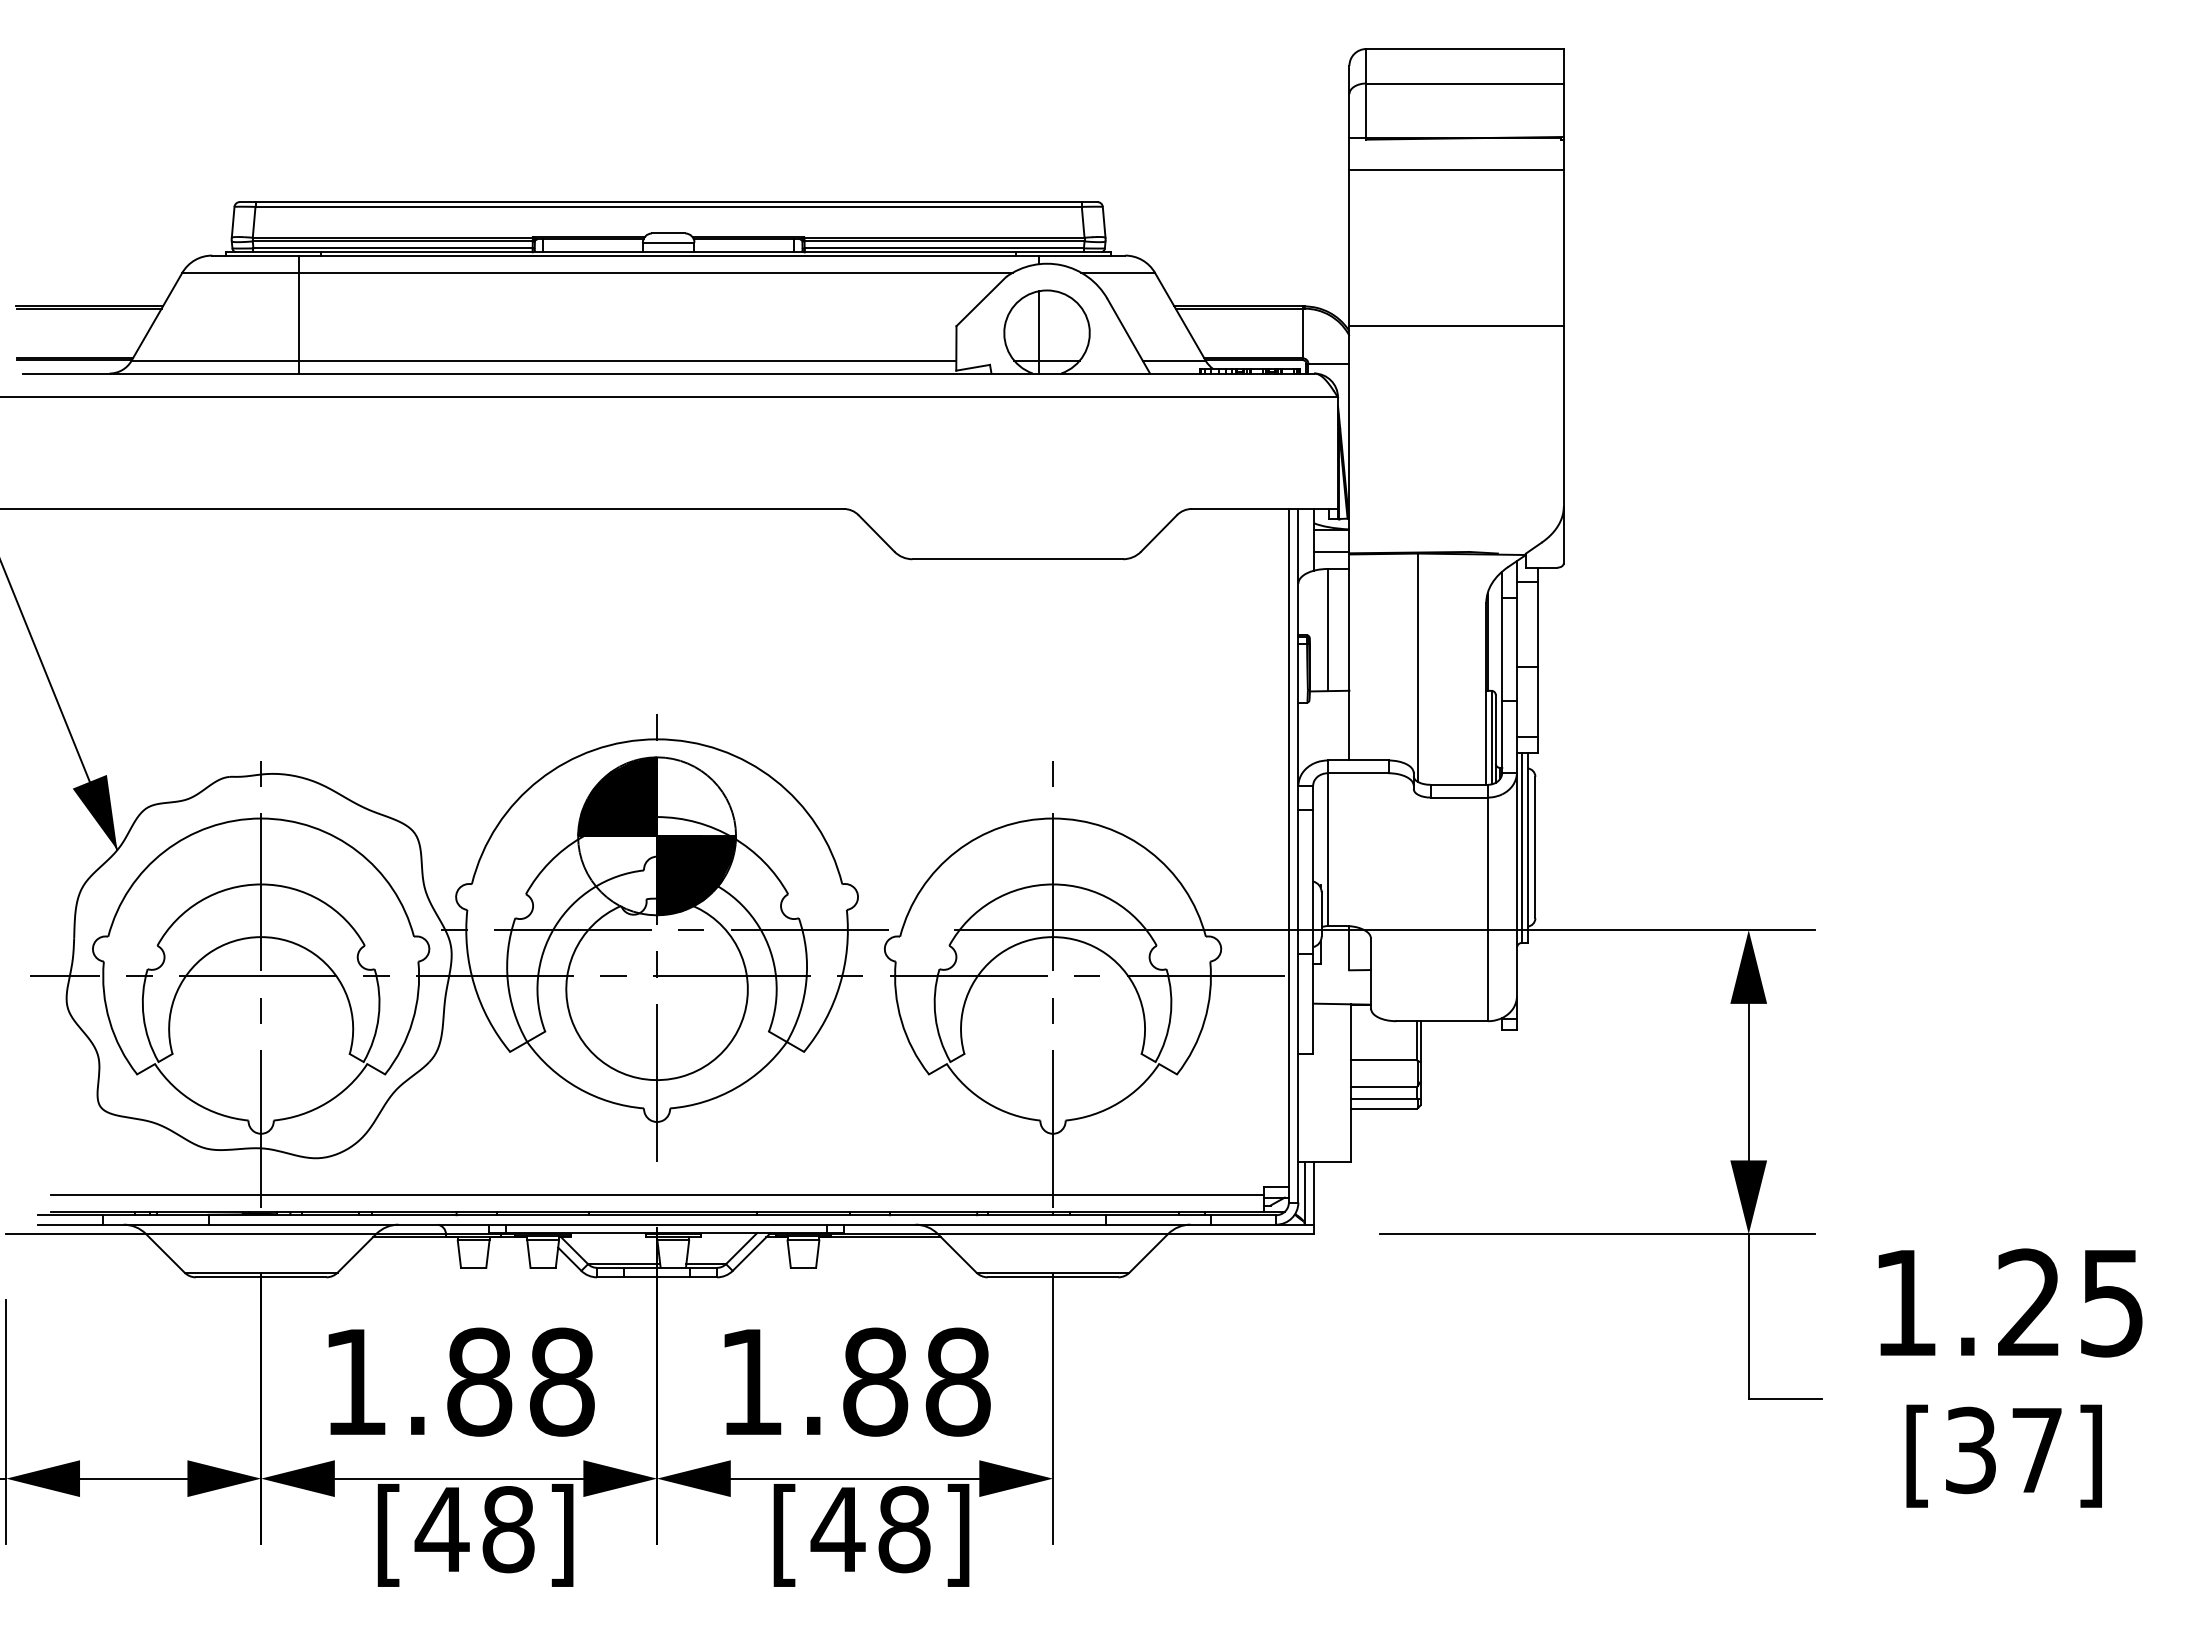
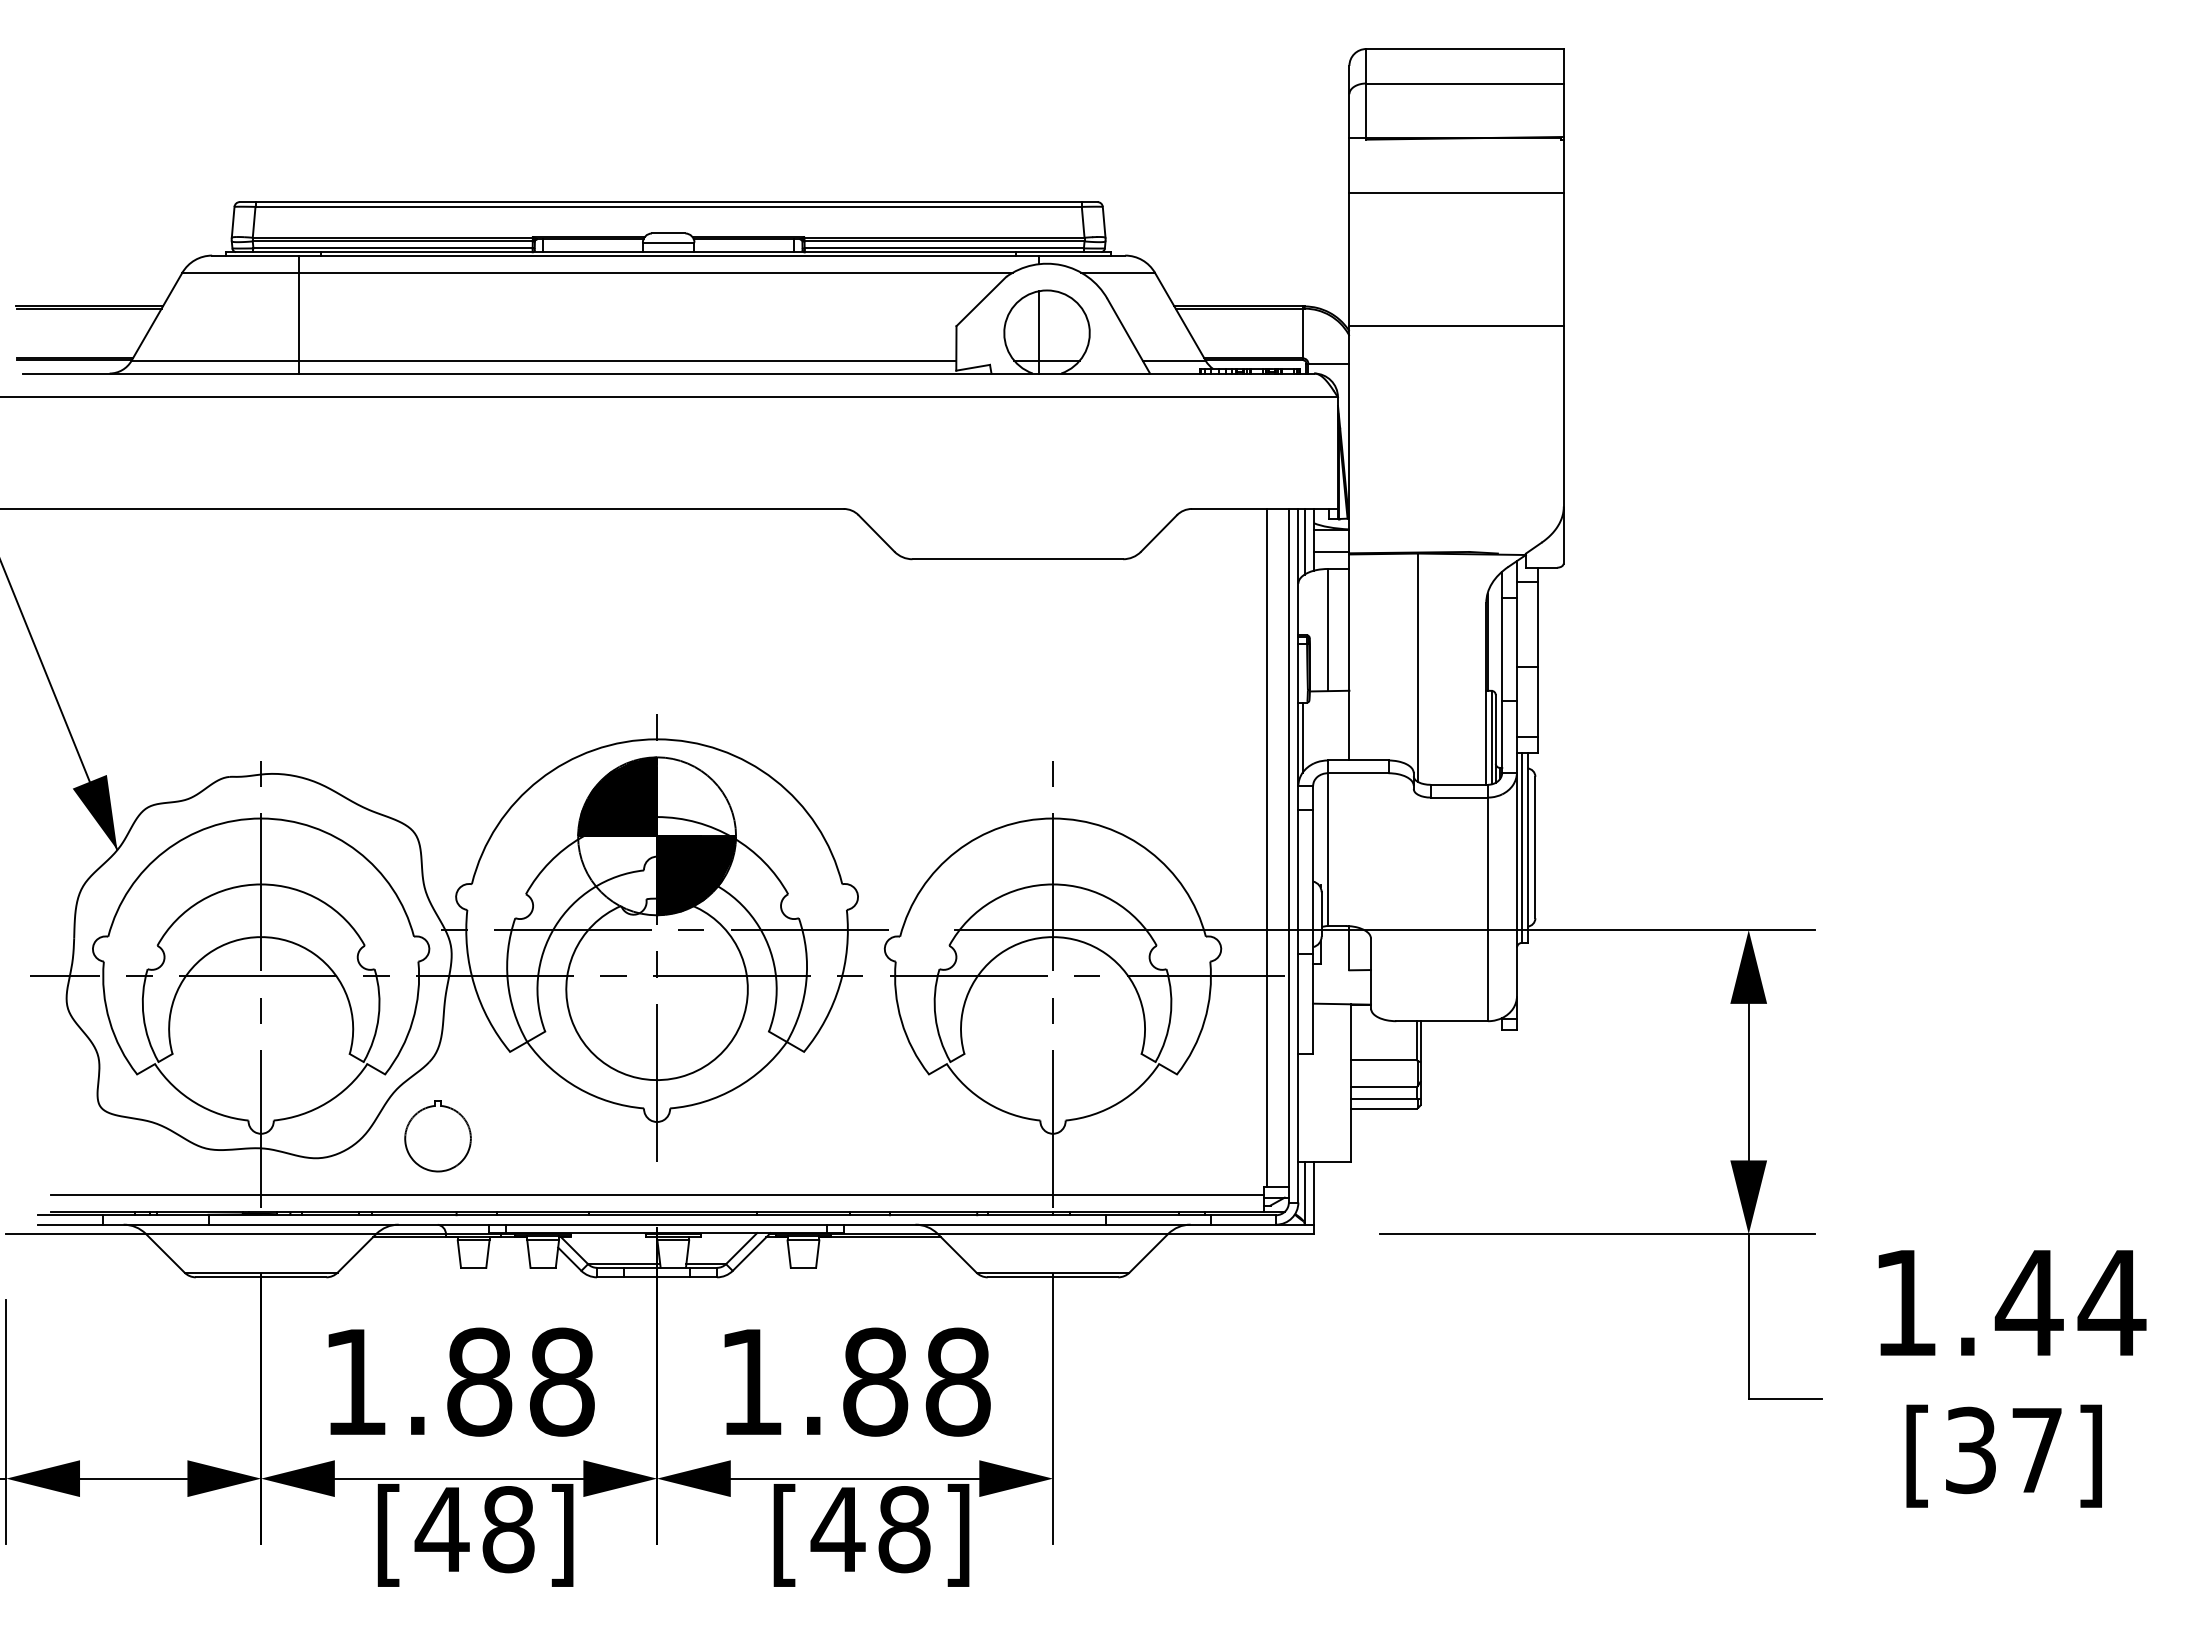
line at (1456, 169) position: (1456, 169) -> (1456, 192)
line at (1304, 541): none -> present
line at (1302, 737): none -> present
line at (1267, 847): none -> present
part at (437, 1136): none -> present
text at (2070, 1302): 1.25 -> 1.44
